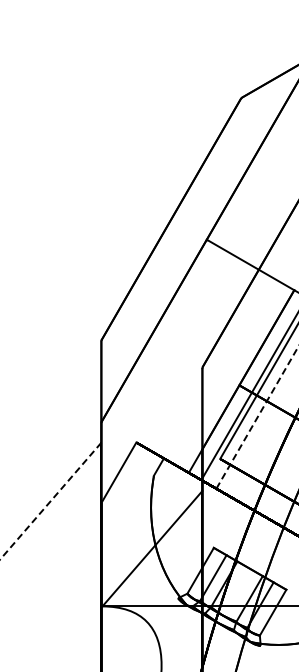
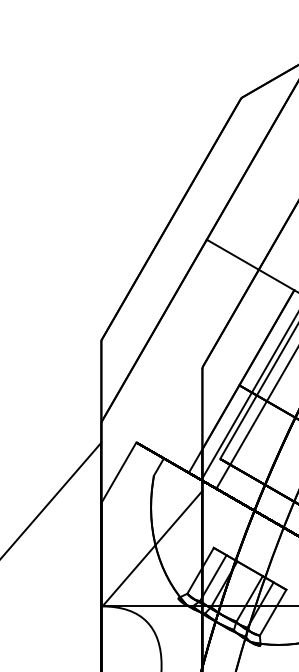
line at (257, 416): dashed -> solid
line at (50, 501): dashed -> solid
